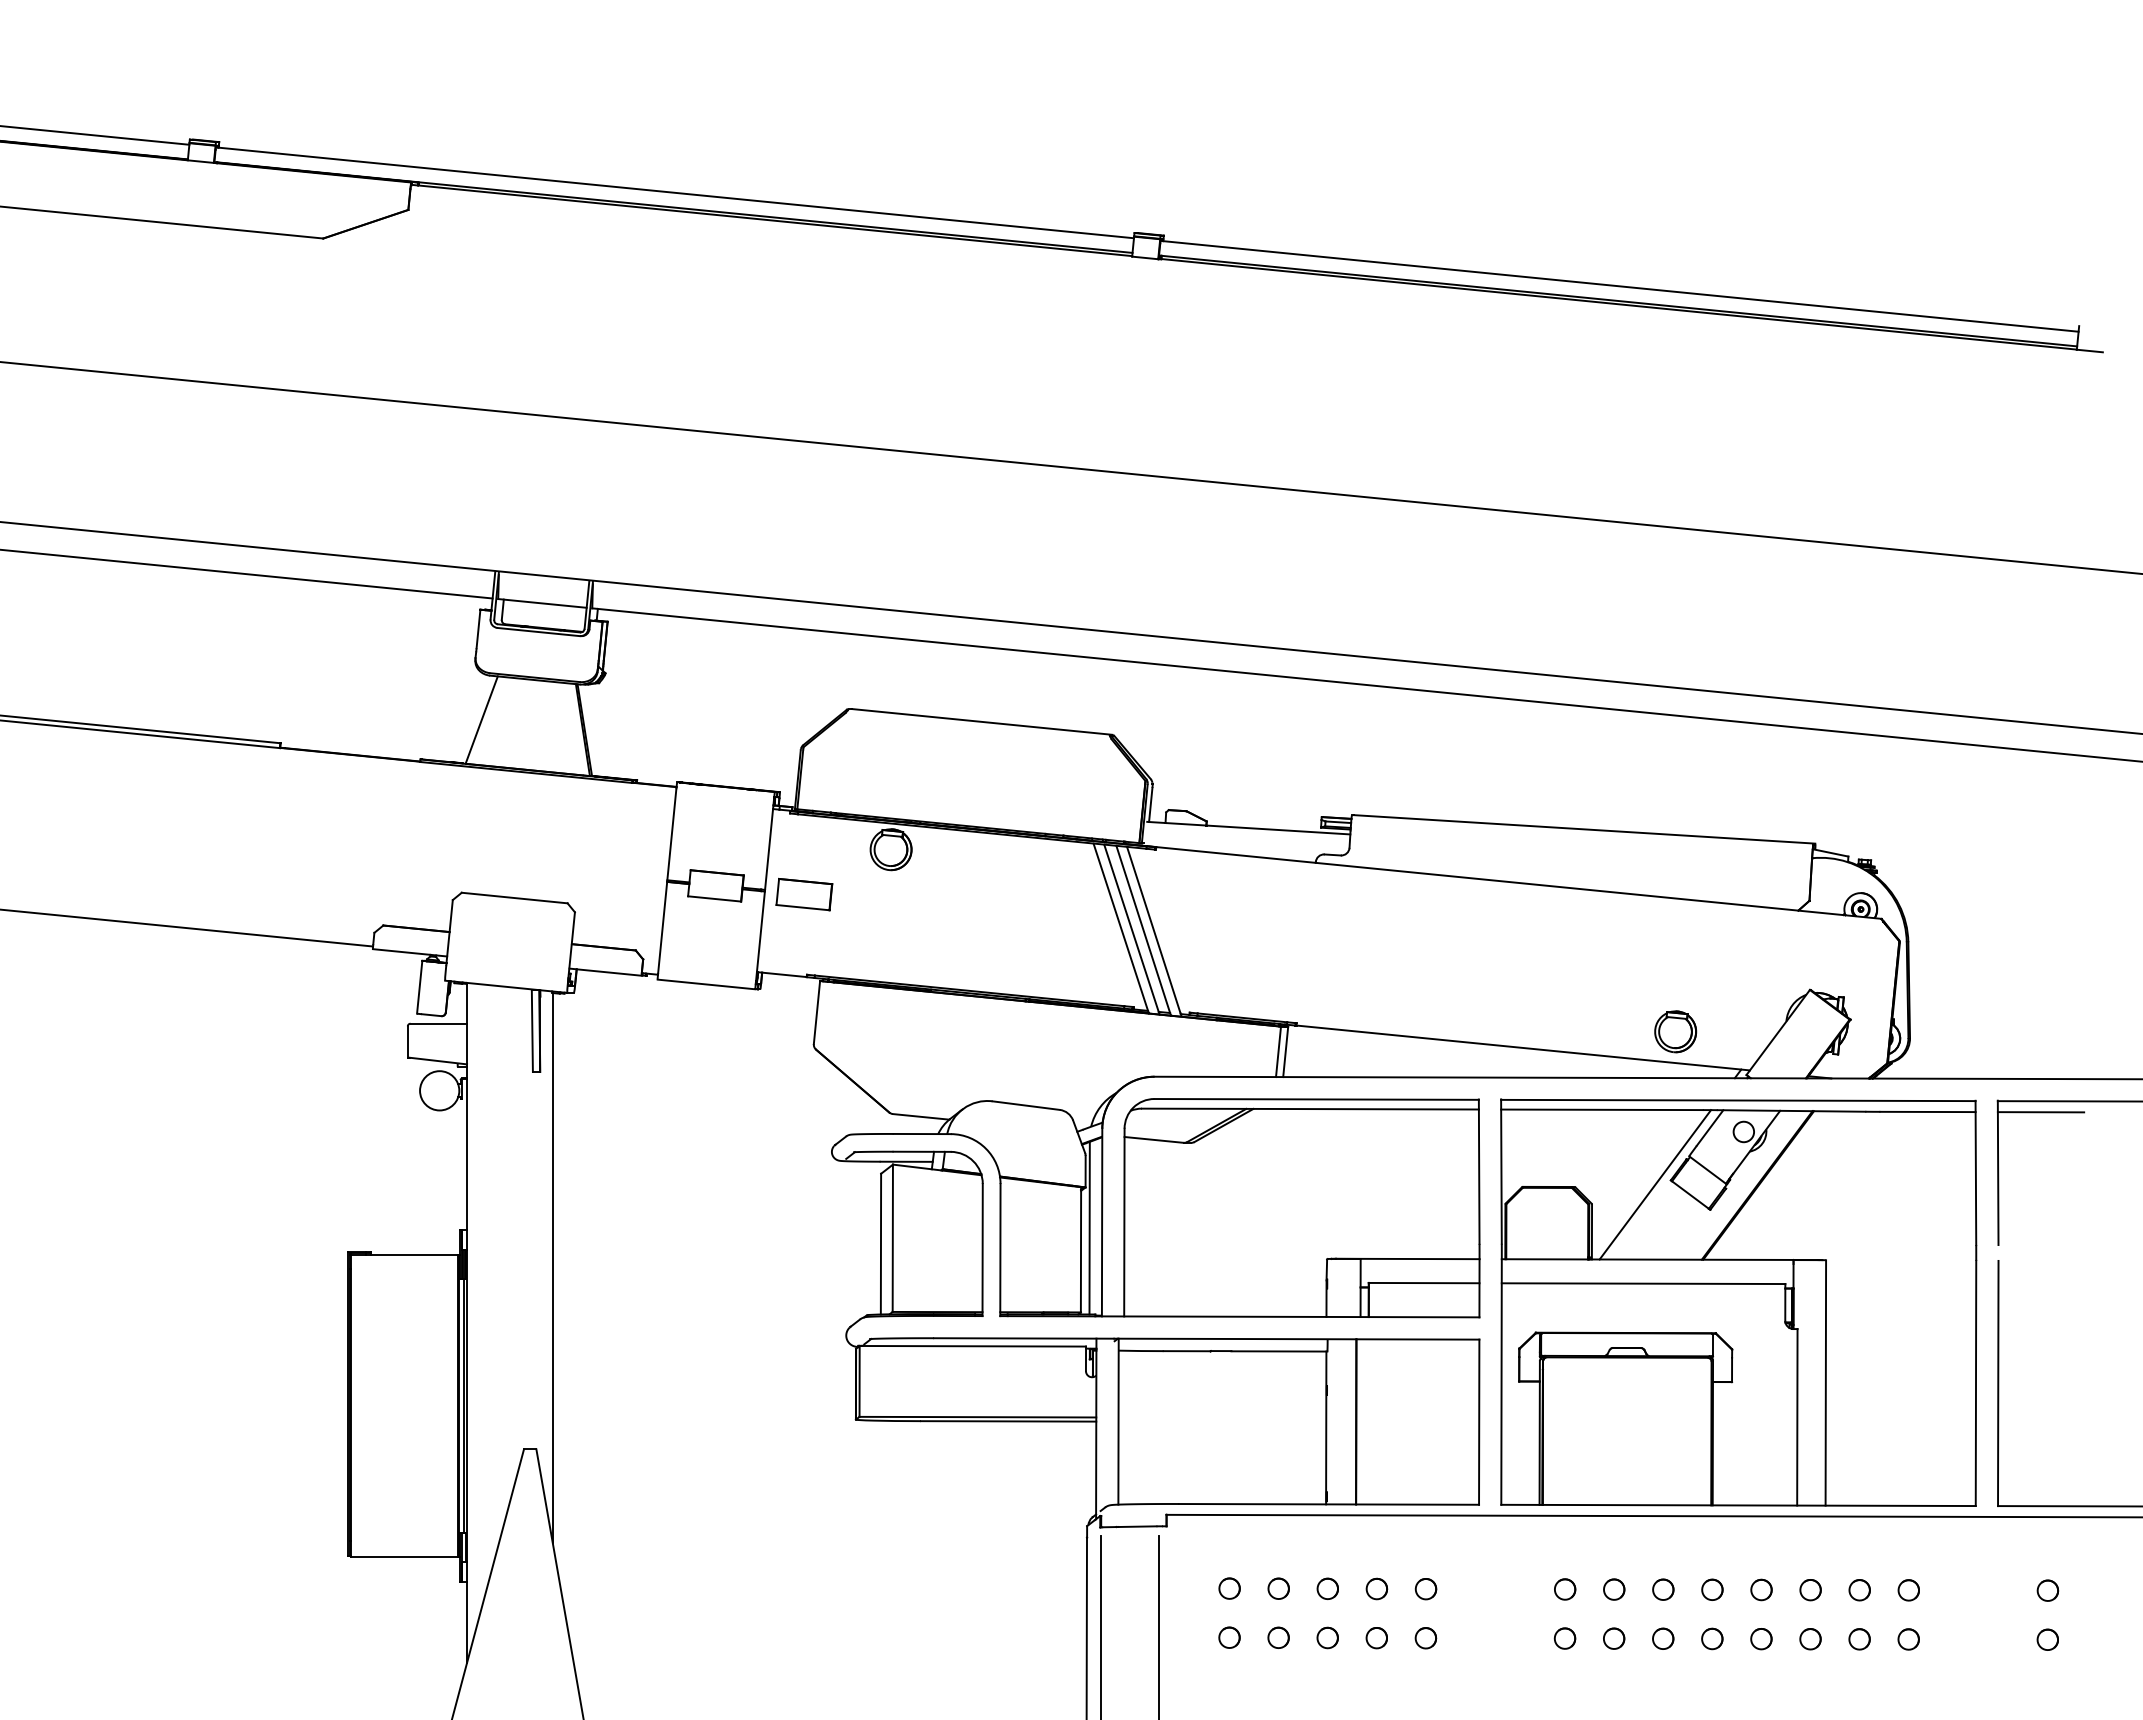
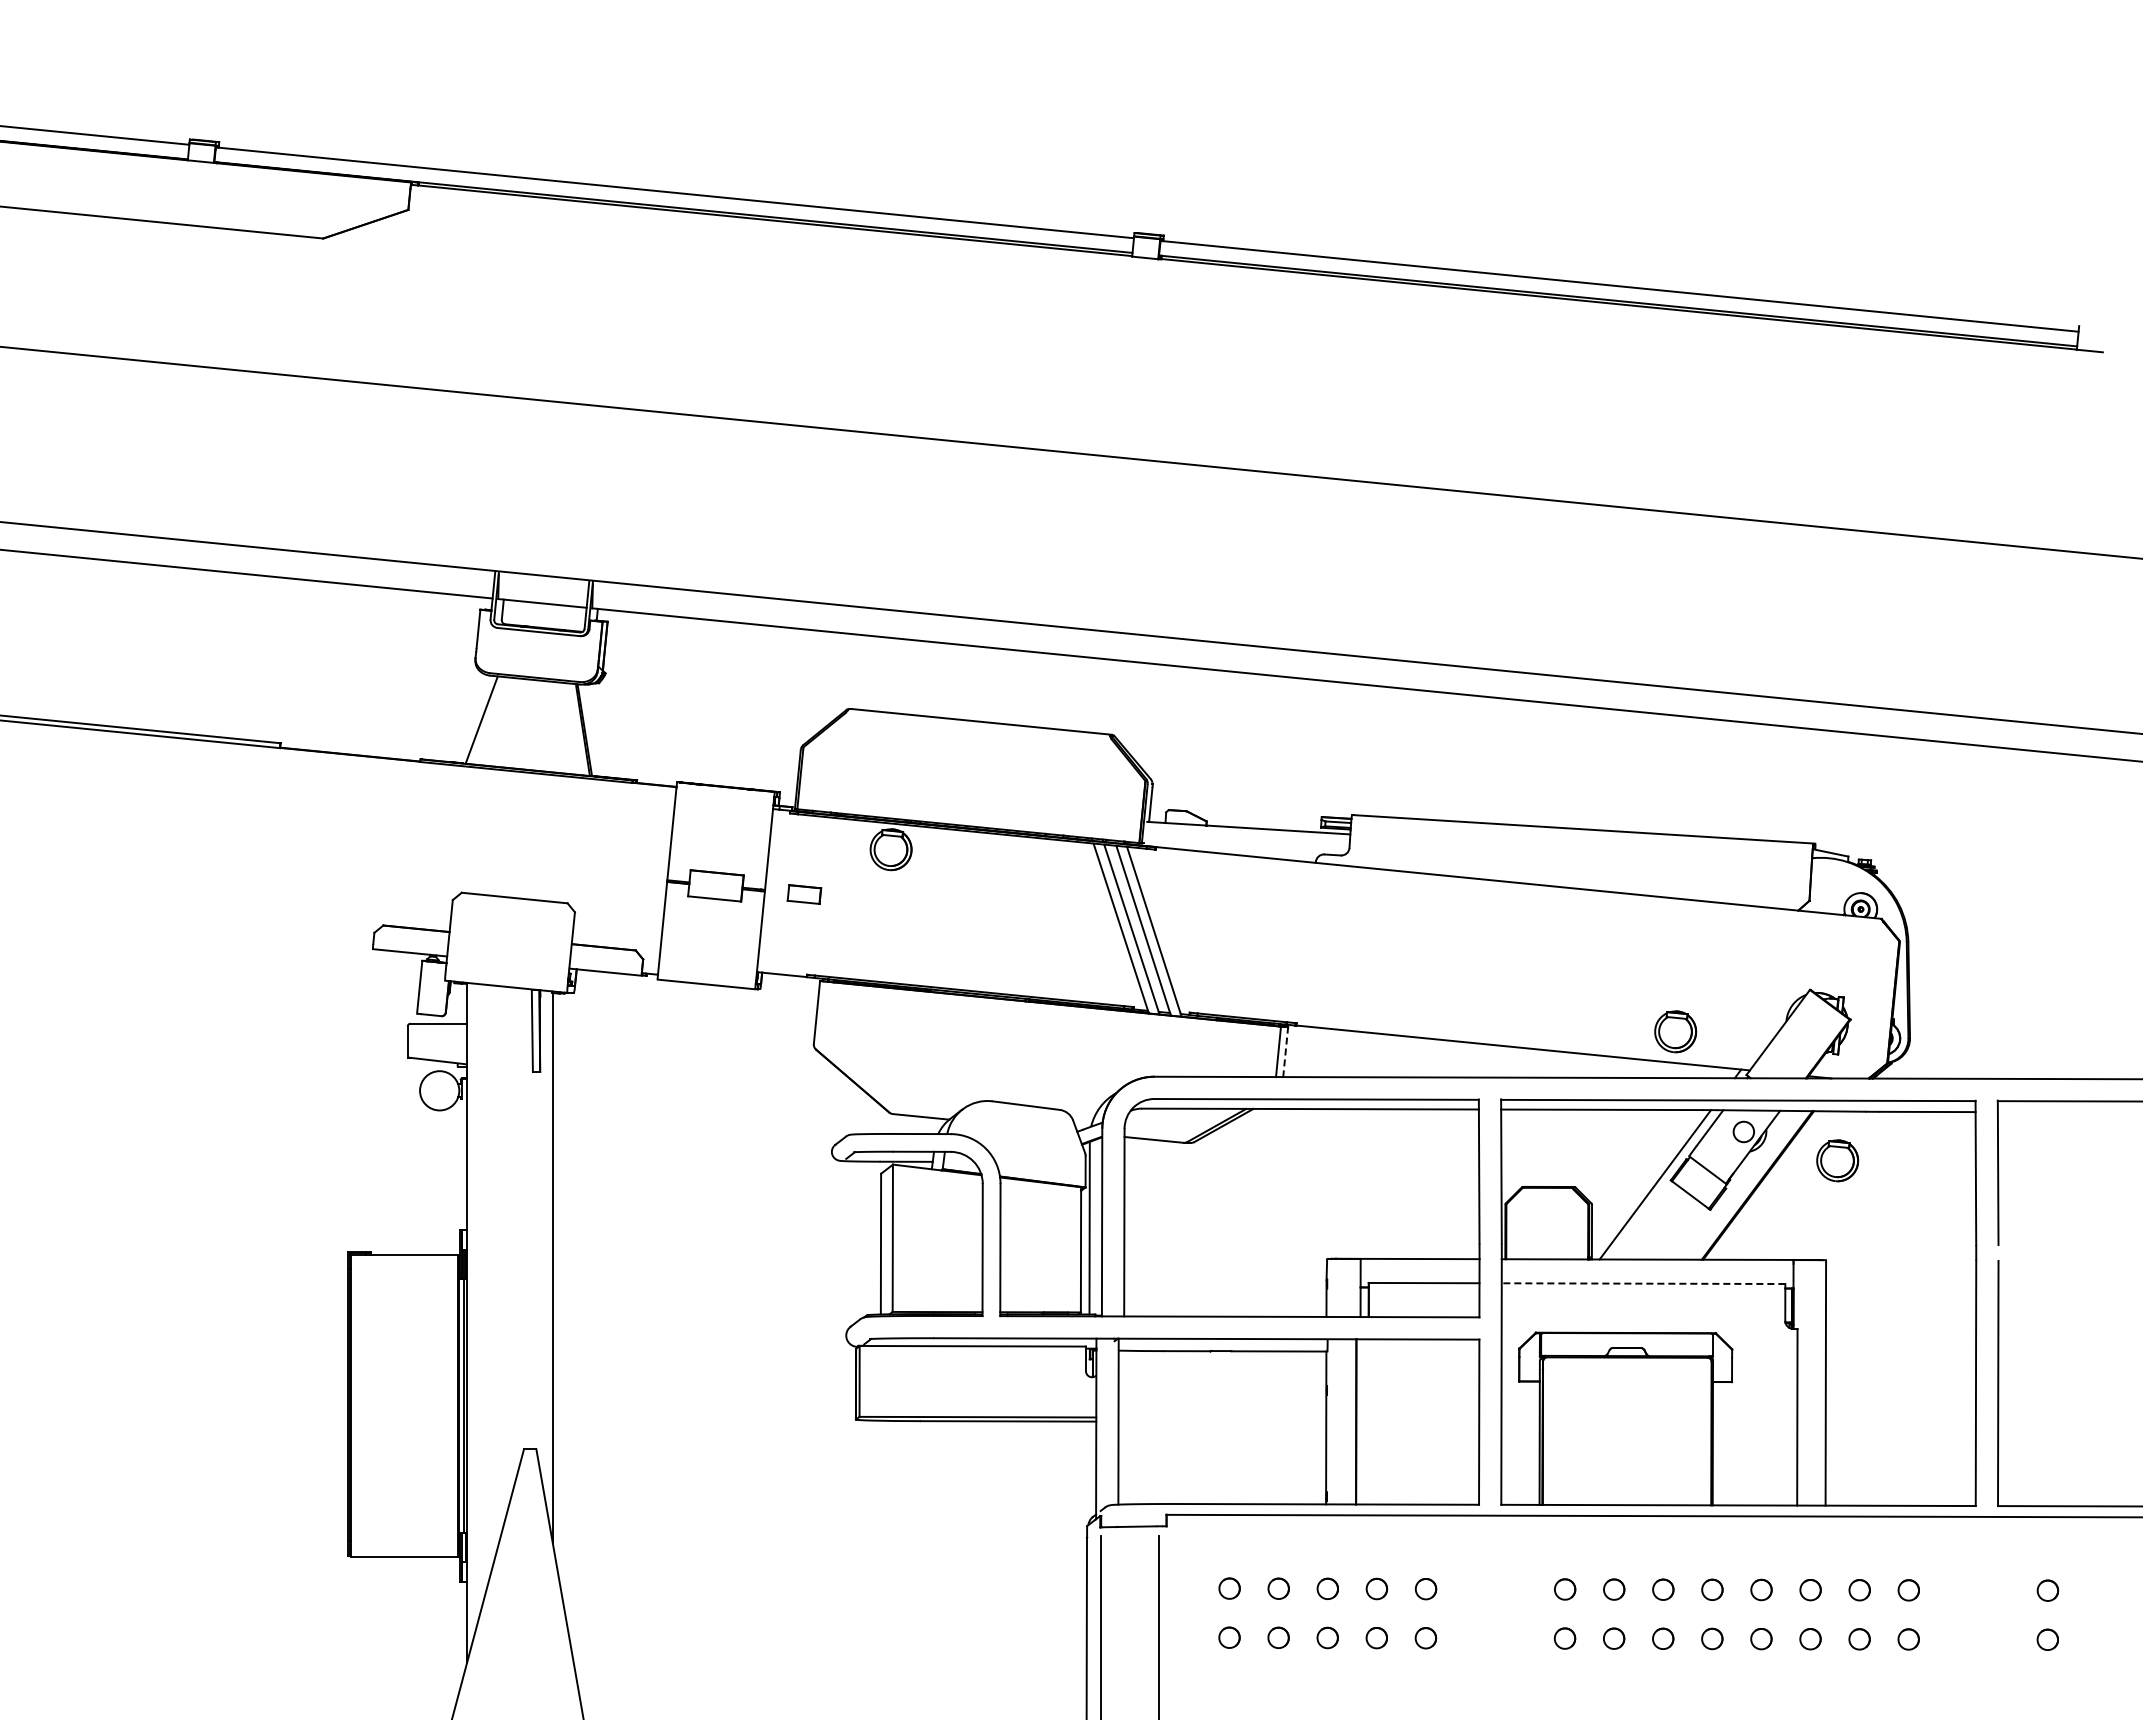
line at (1070, 467) position: (1070, 467) -> (1070, 452)
part at (804, 894) size: 59x35 px -> 37x21 px
line at (187, 927): present -> none
line at (1285, 1052): solid -> dashed
line at (2040, 1112): present -> none
part at (1837, 1160): none -> present
line at (1643, 1283): solid -> dashed
